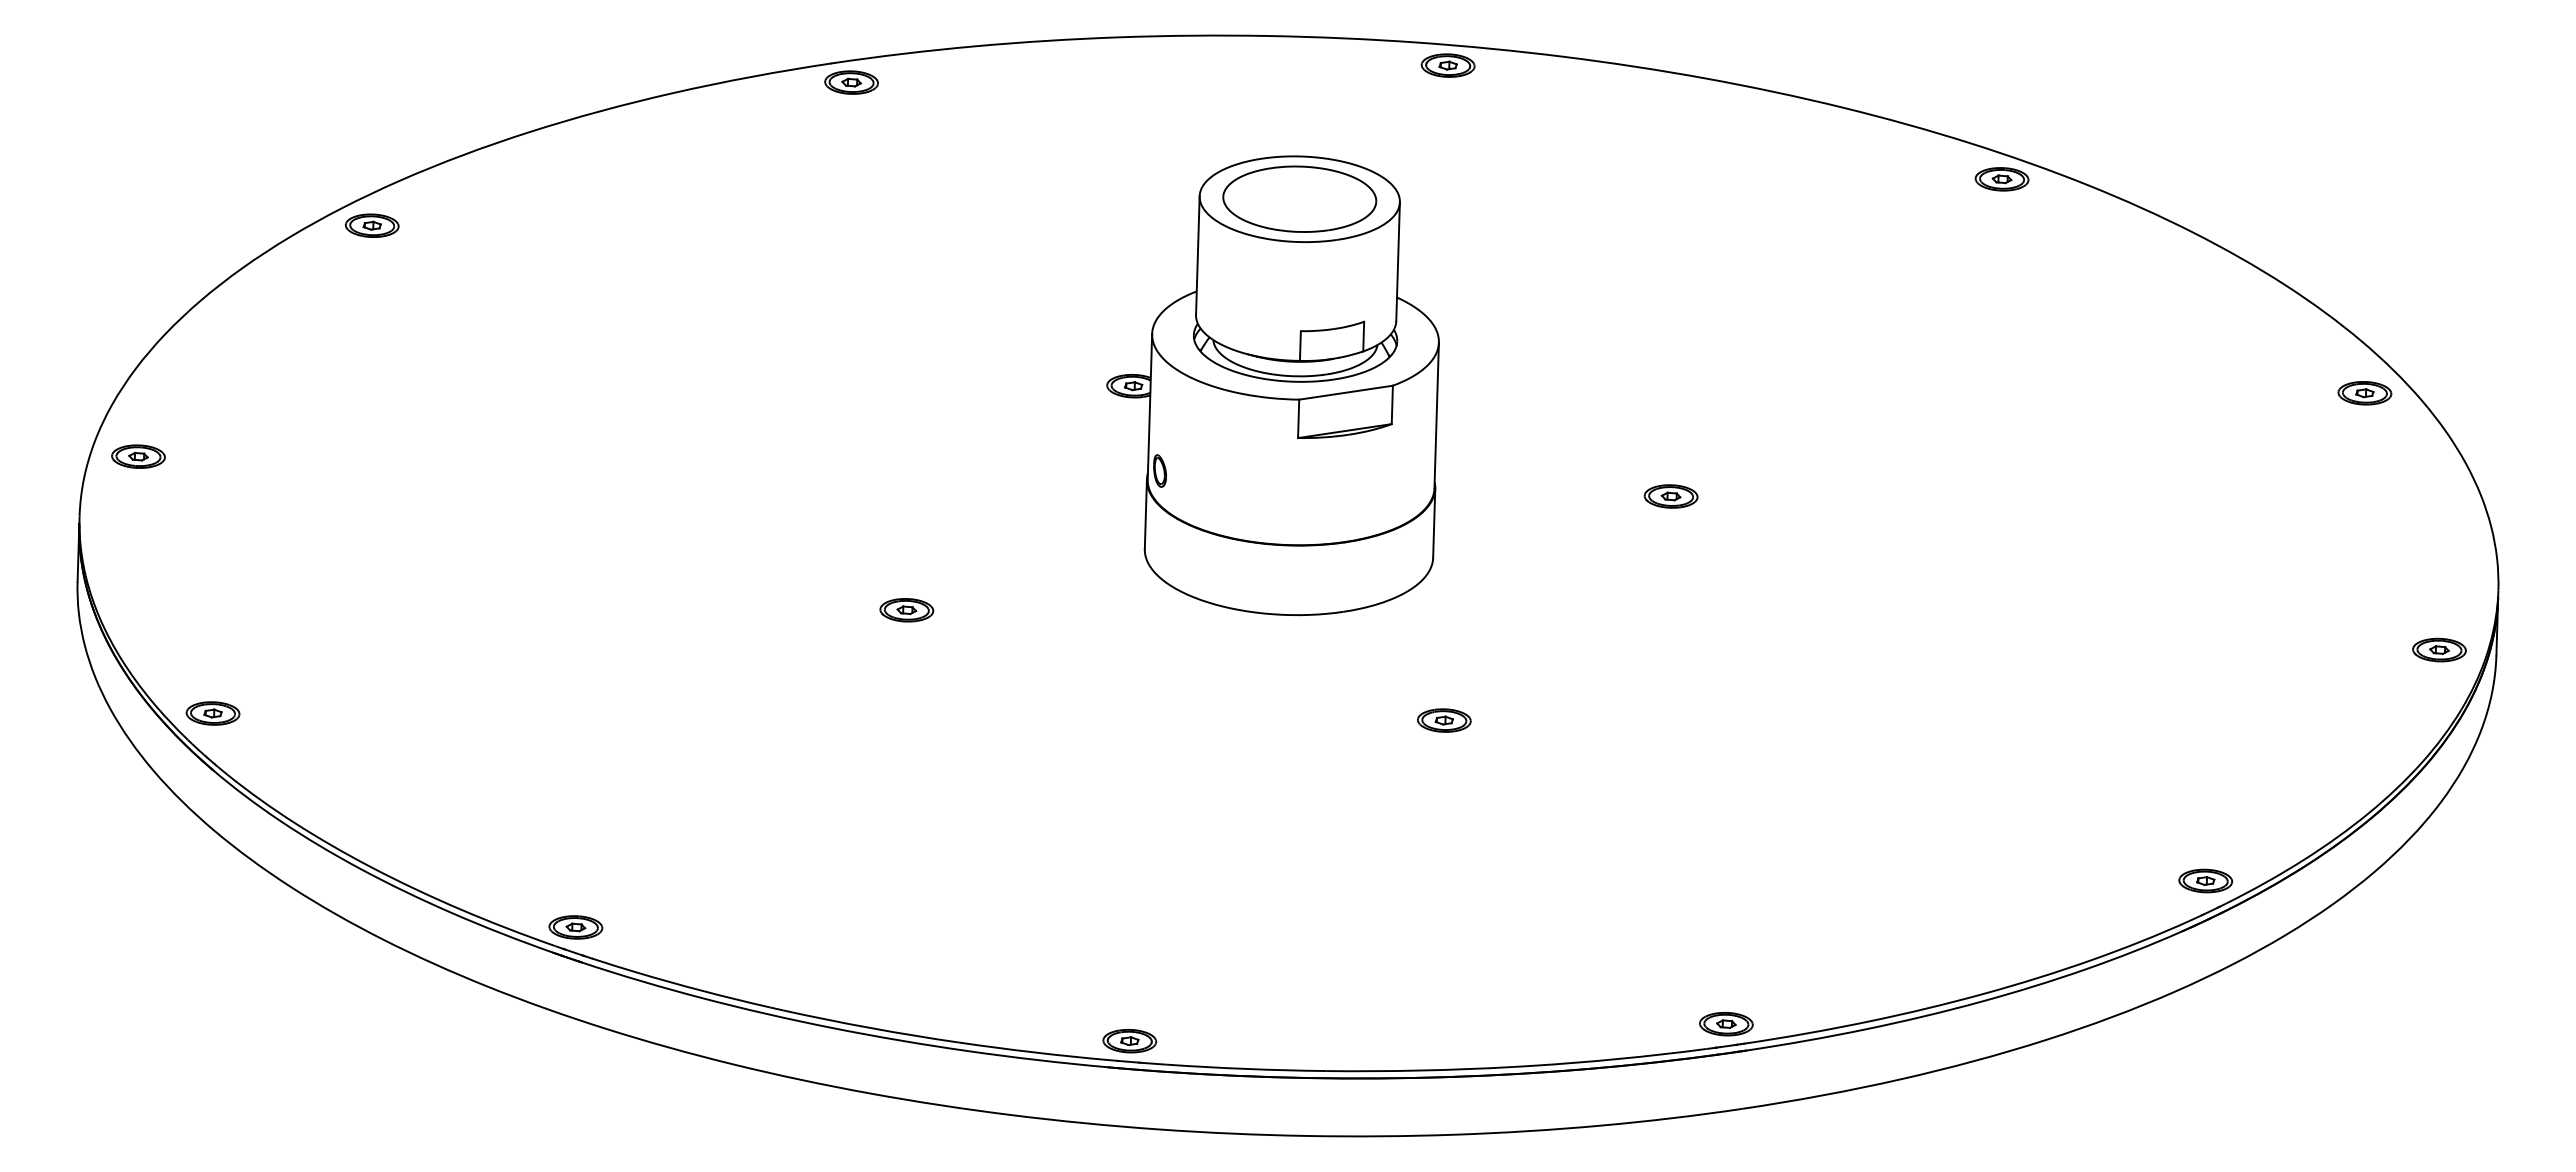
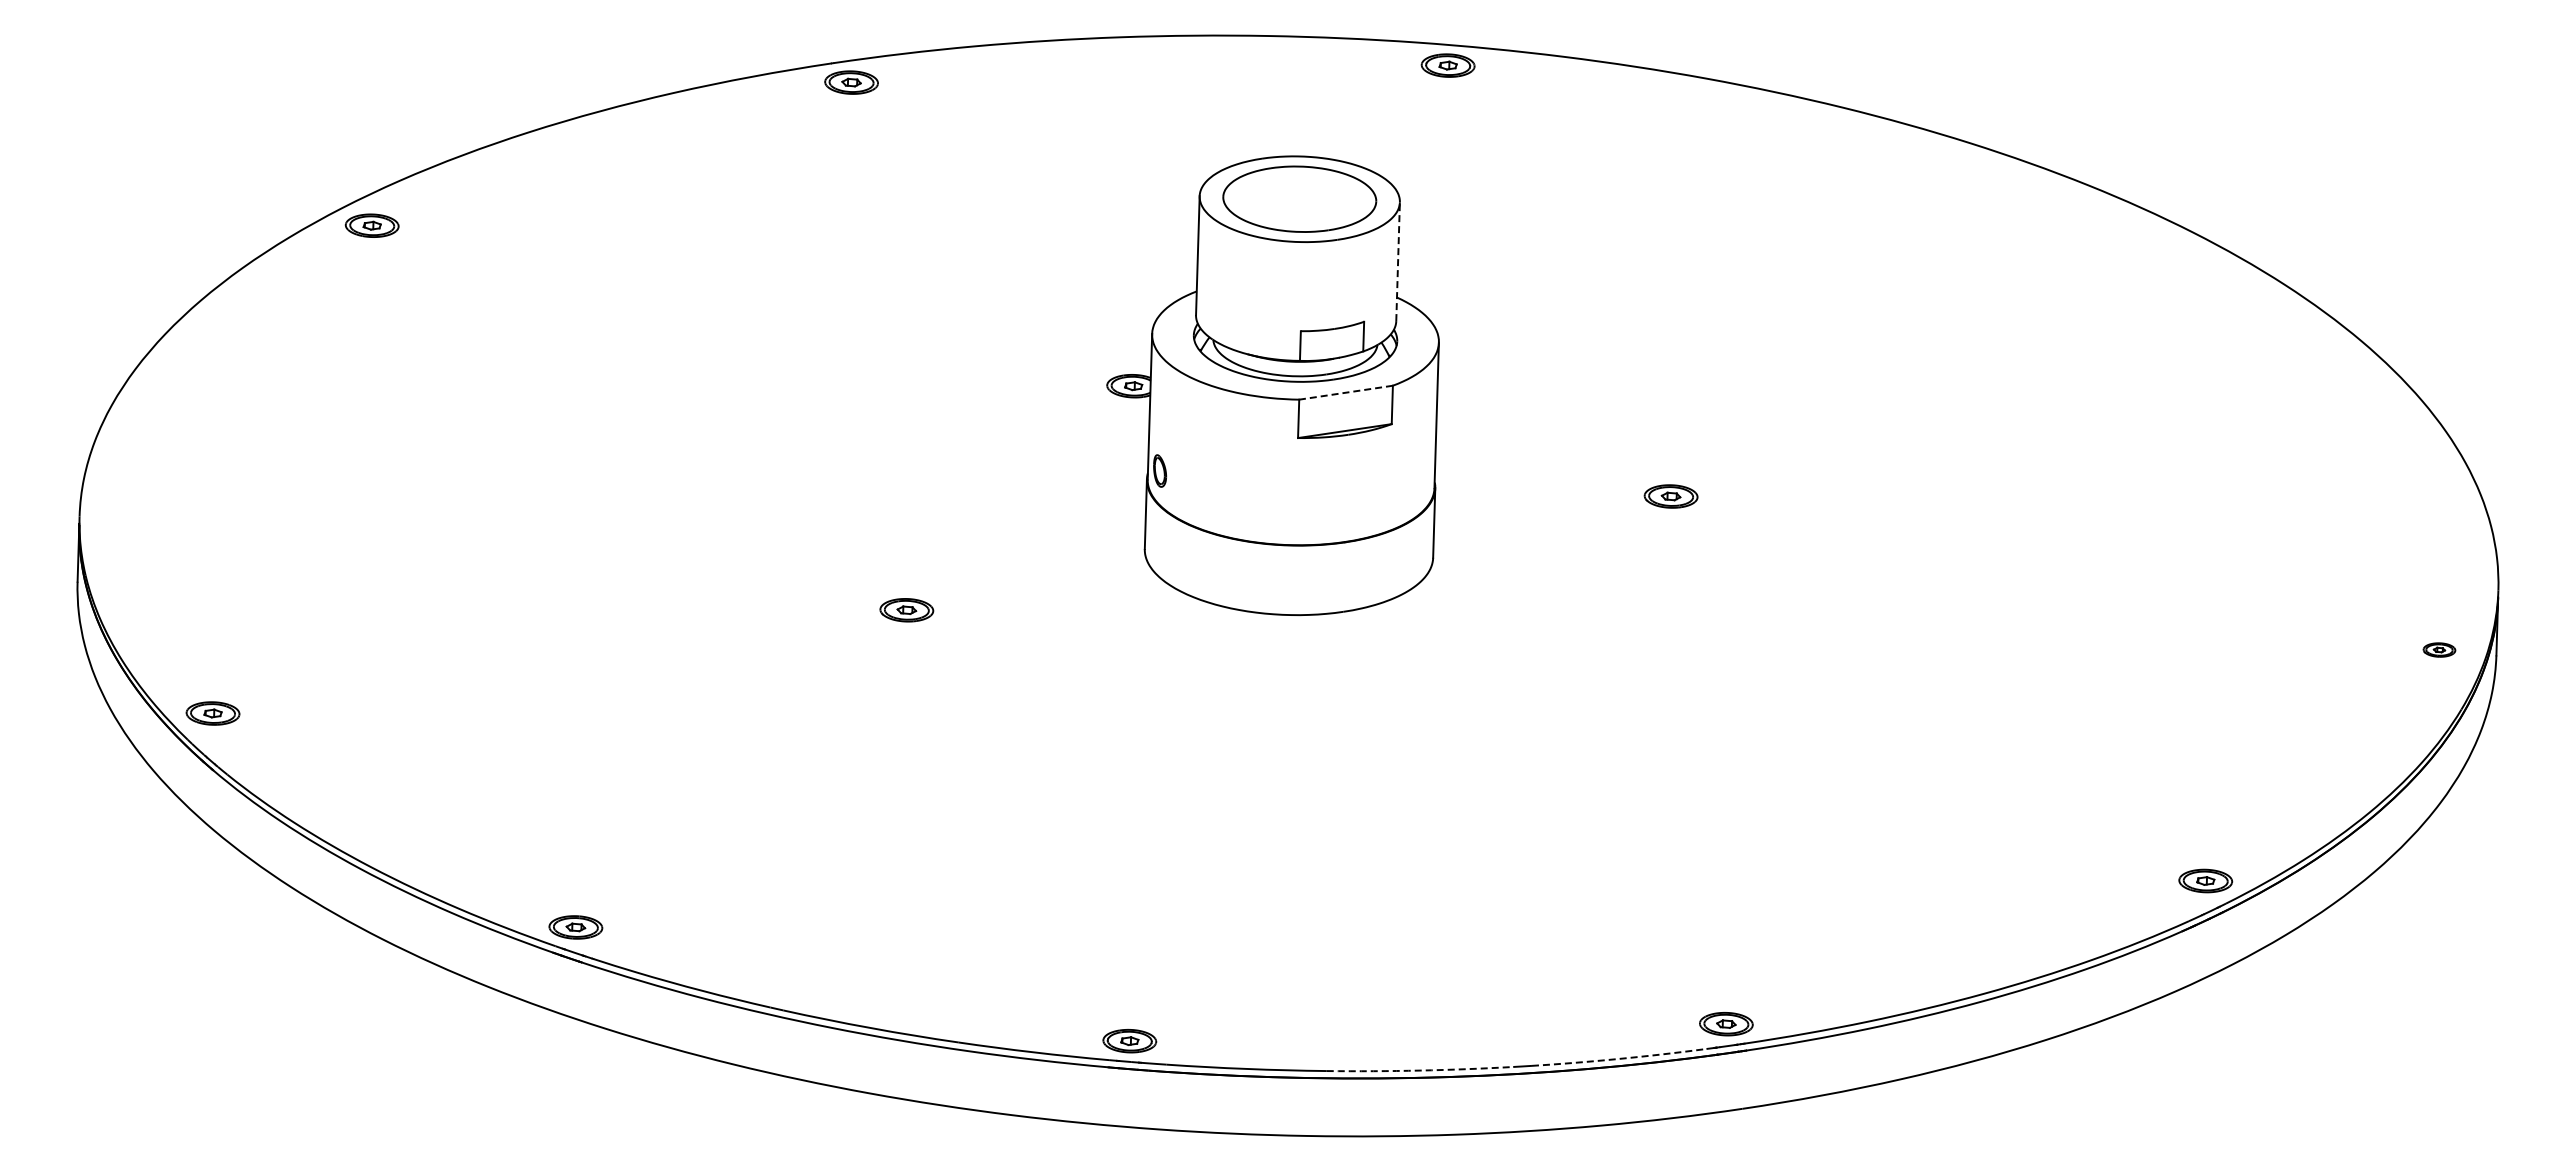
part at (2001, 179): present -> none
line at (1398, 261): solid -> dashed
line at (1345, 392): solid -> dashed
part at (2364, 393): present -> none
part at (138, 456): present -> none
part at (2439, 649) size: 55x26 px -> 35x16 px
part at (1444, 720): present -> none
arc at (1619, 1058): solid -> dashed
arc at (1420, 1070): solid -> dashed
